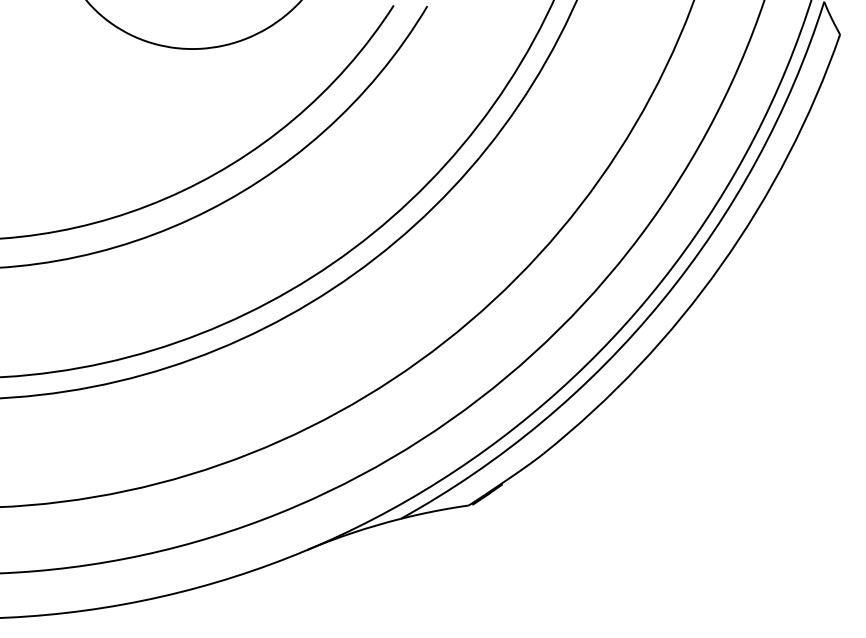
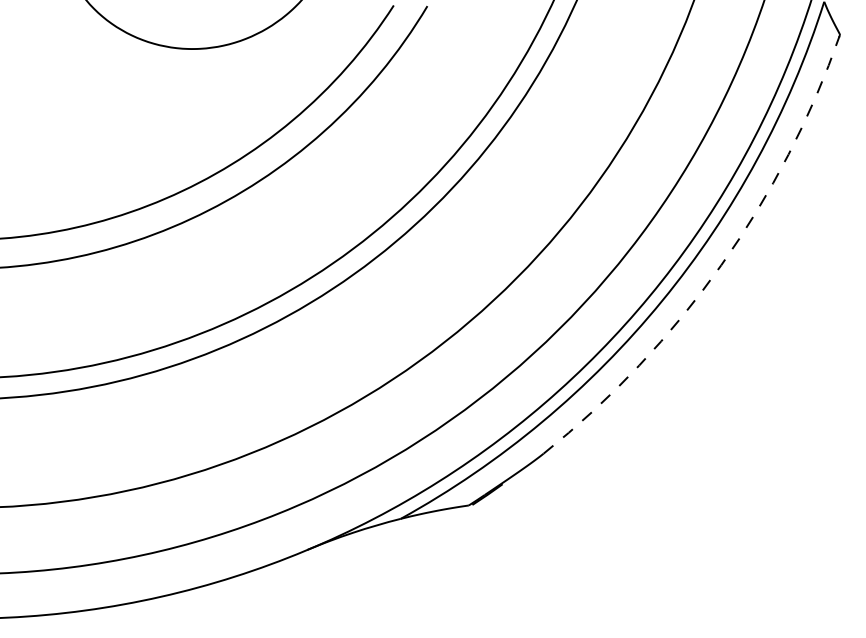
arc at (721, 265): solid -> dashed
